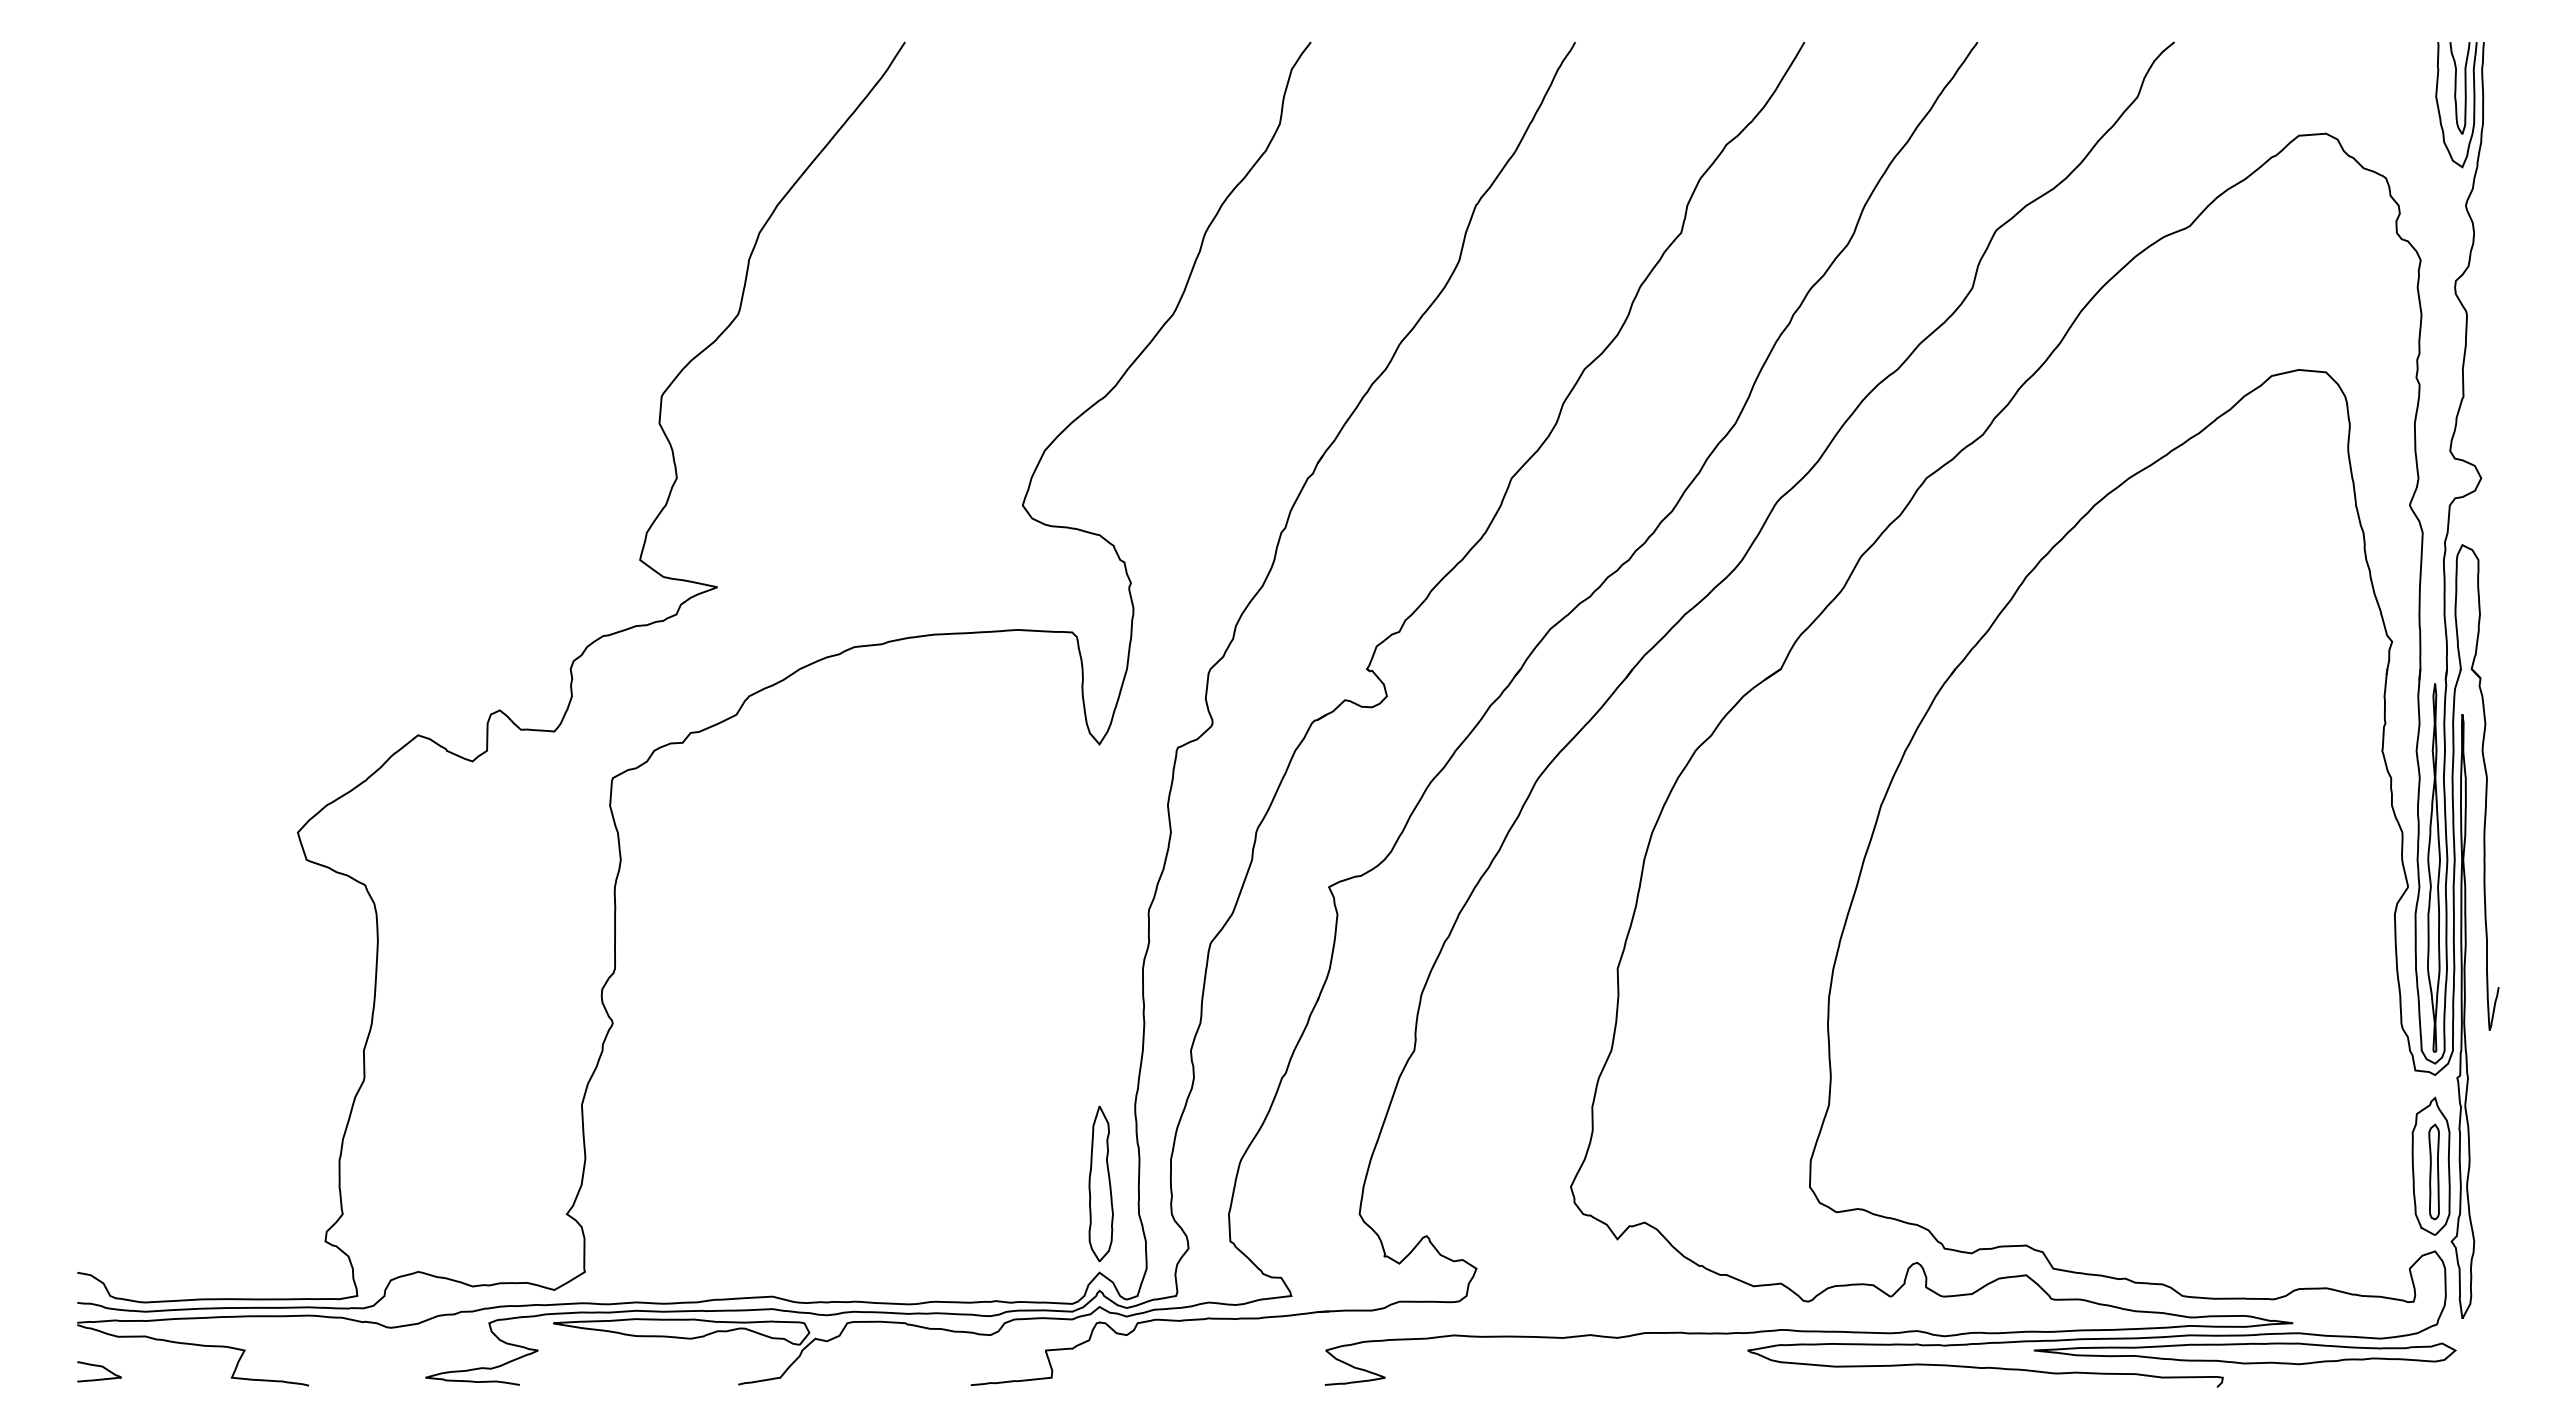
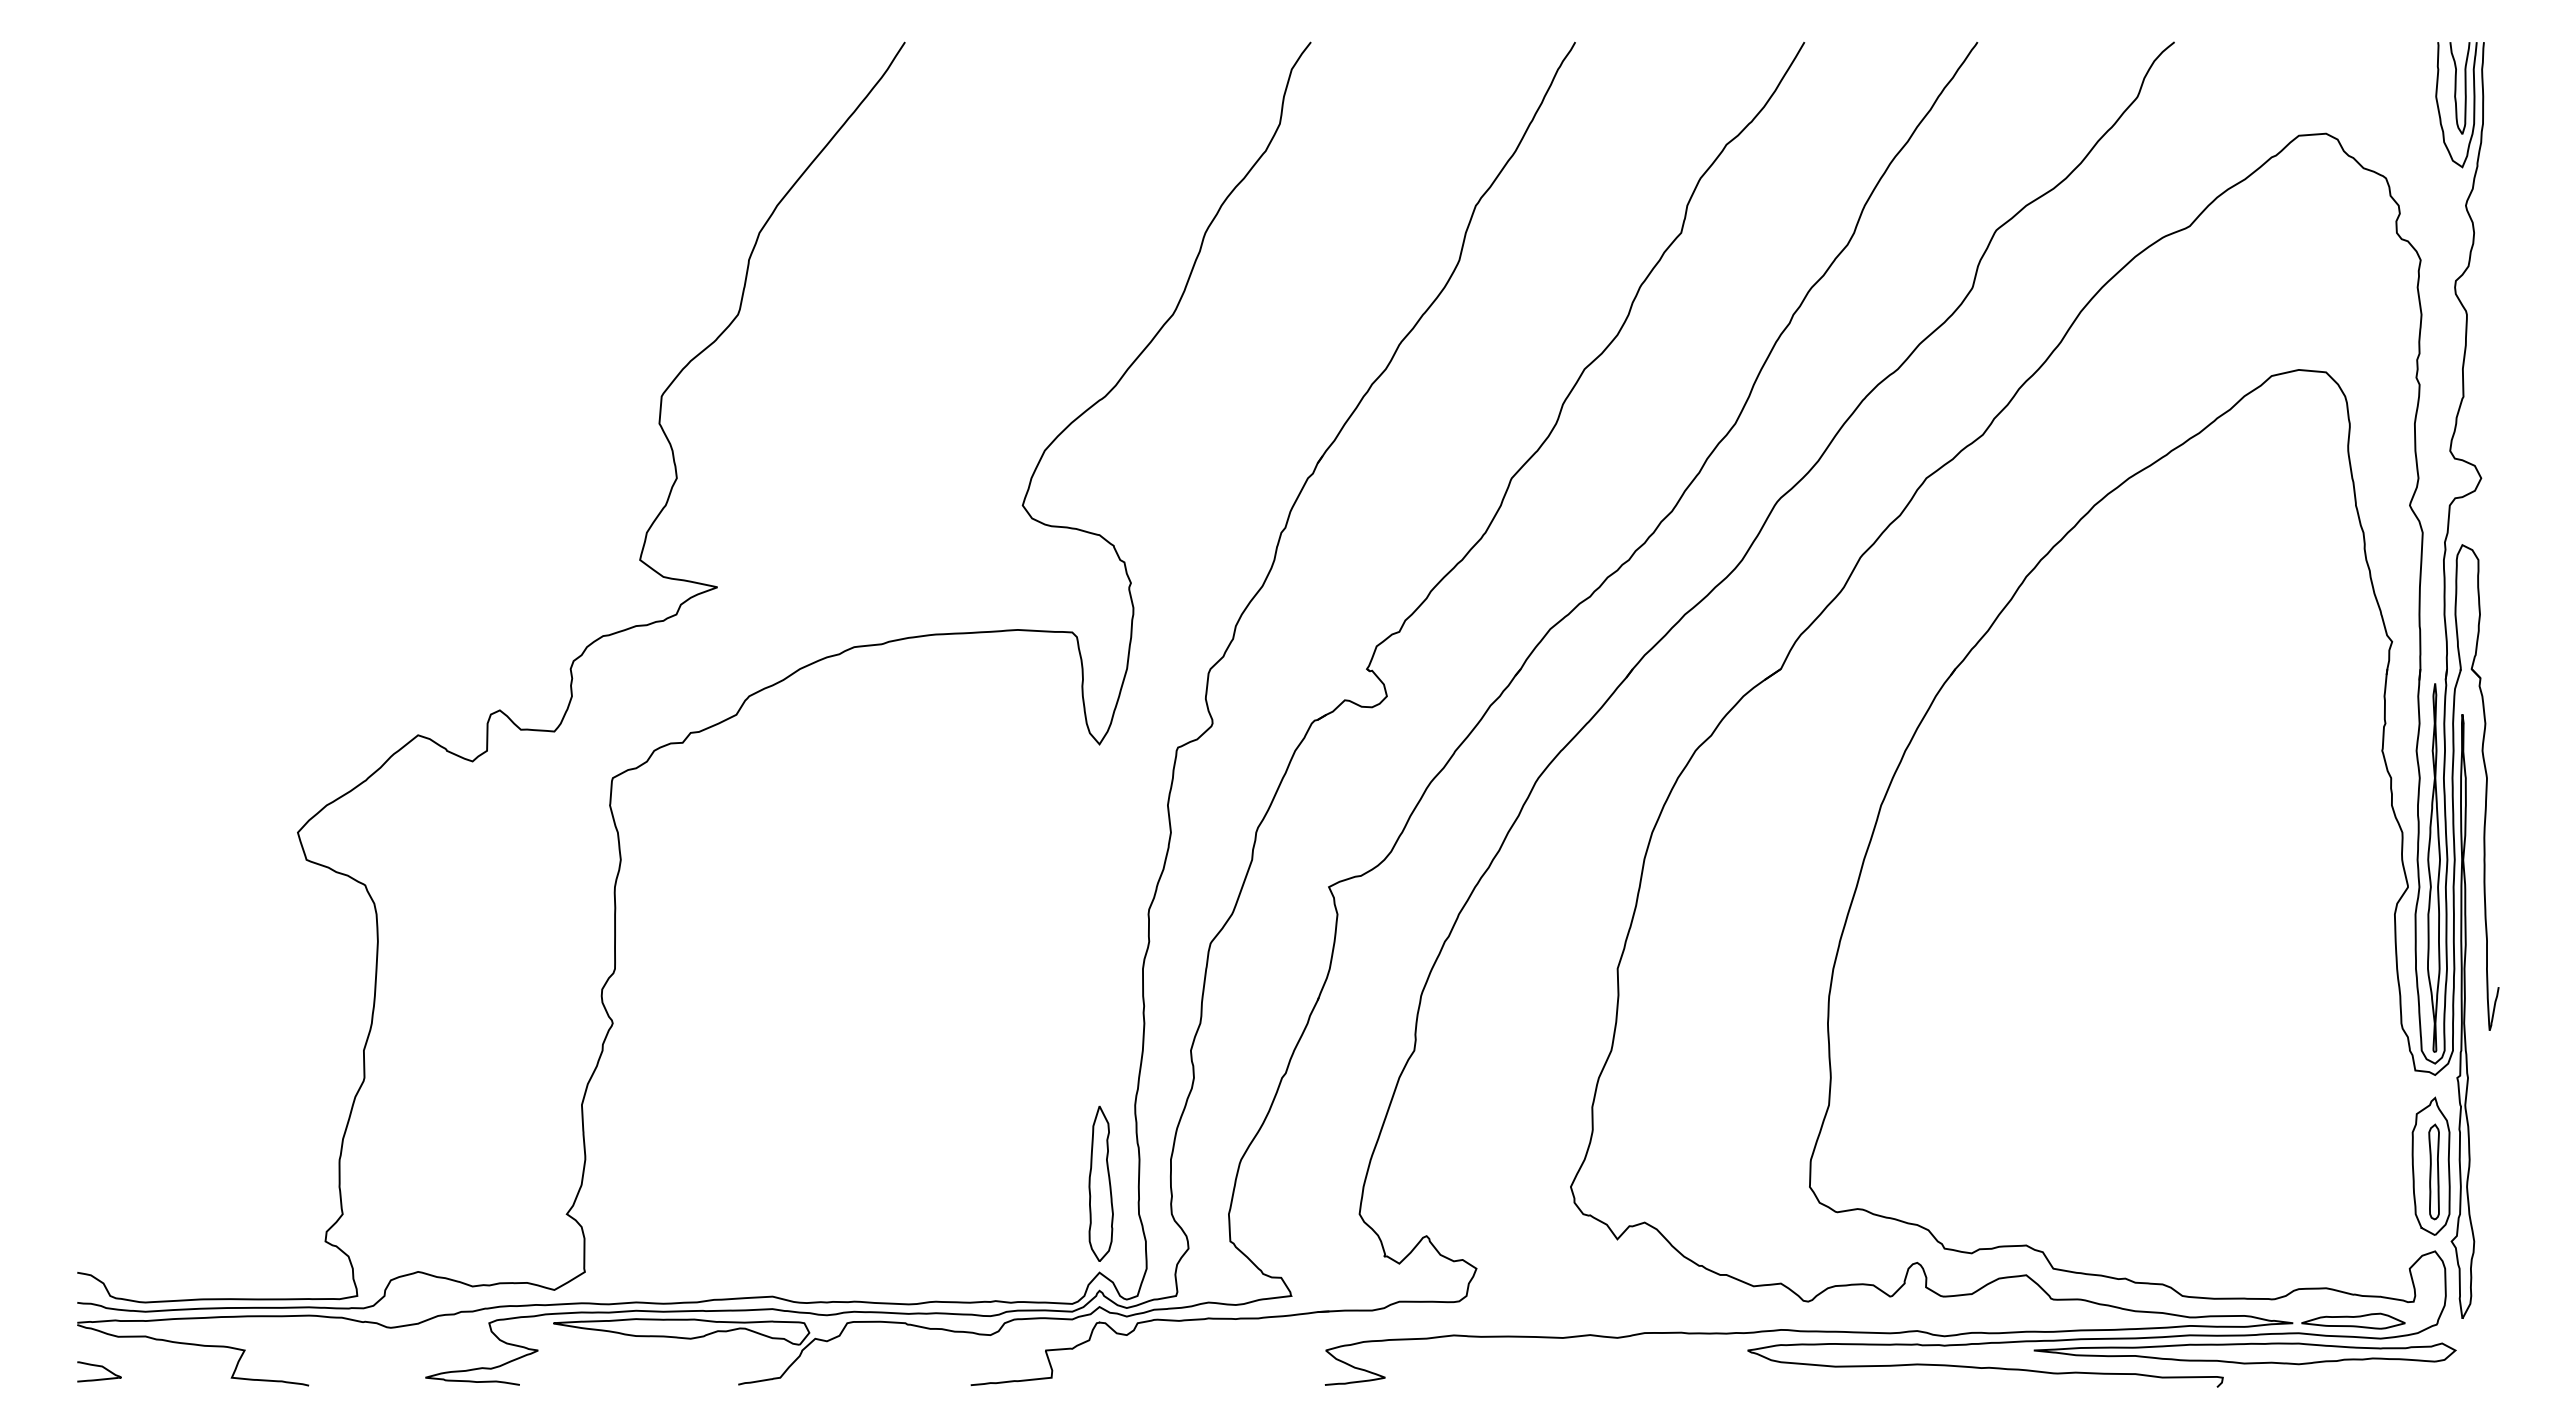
part at (2353, 1320): none -> present
